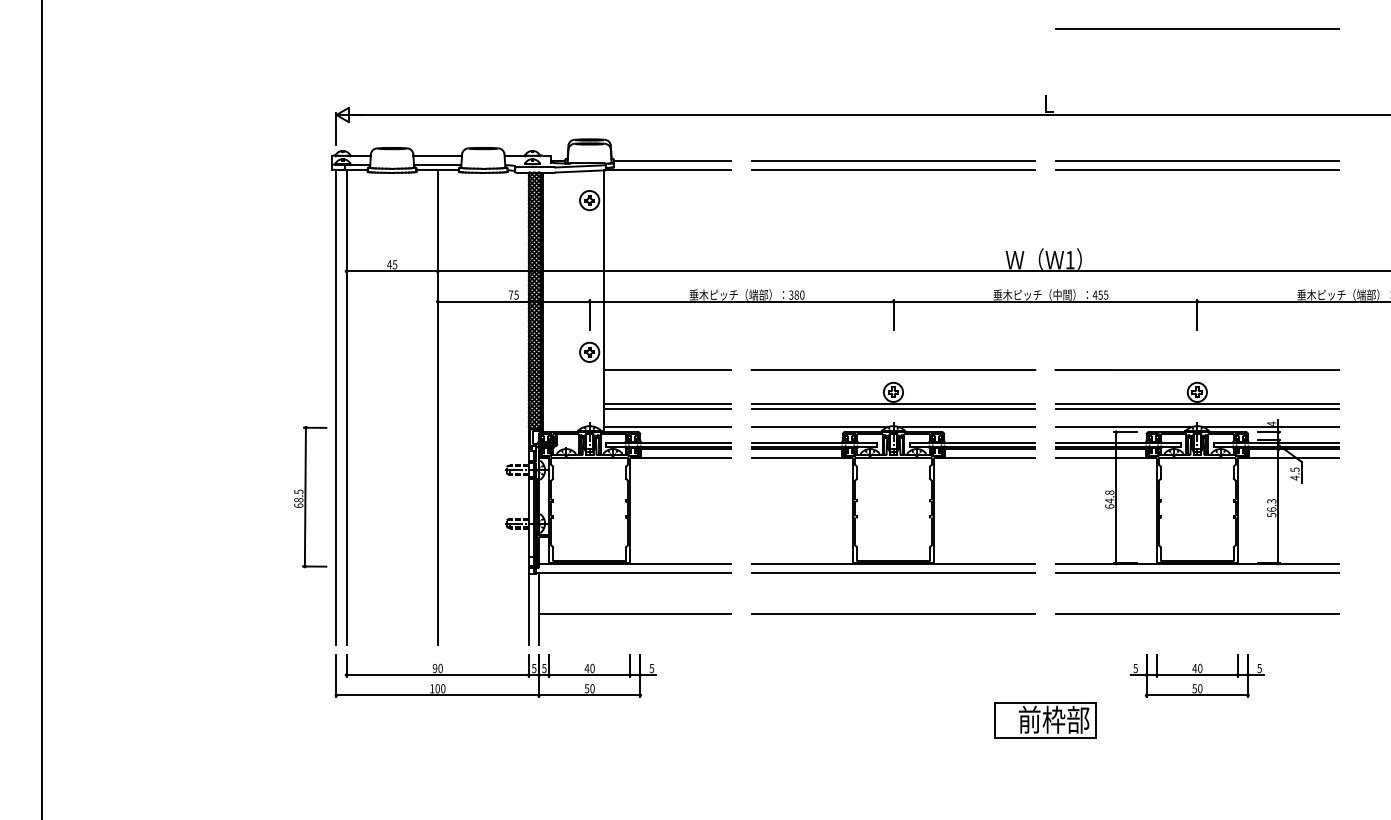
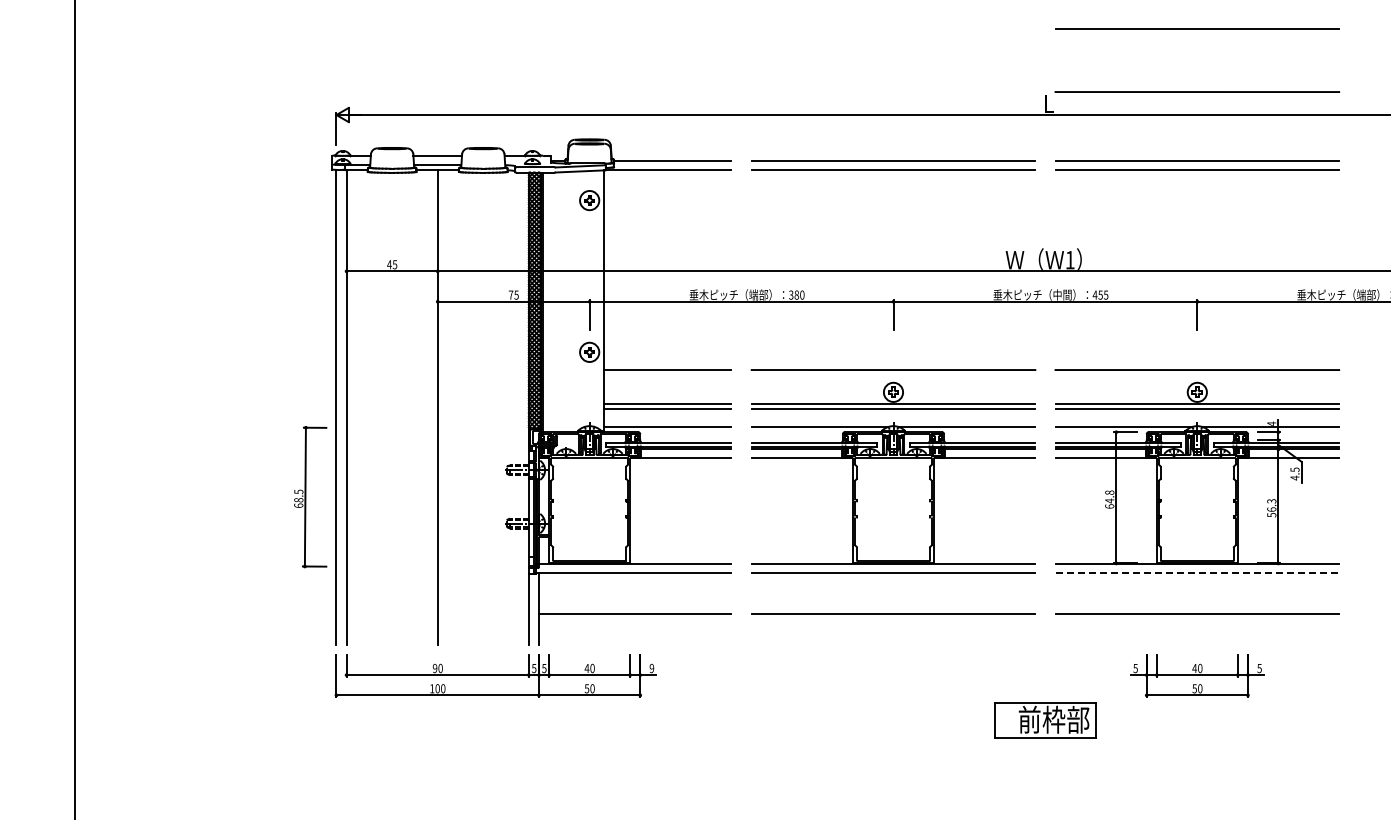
line at (1196, 91): none -> present
line at (41, 409) position: (41, 409) -> (74, 409)
line at (1197, 572): solid -> dashed
text at (651, 667): 5 -> 9
